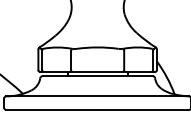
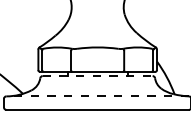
line at (97, 76): solid -> dashed
line at (97, 96): solid -> dashed
